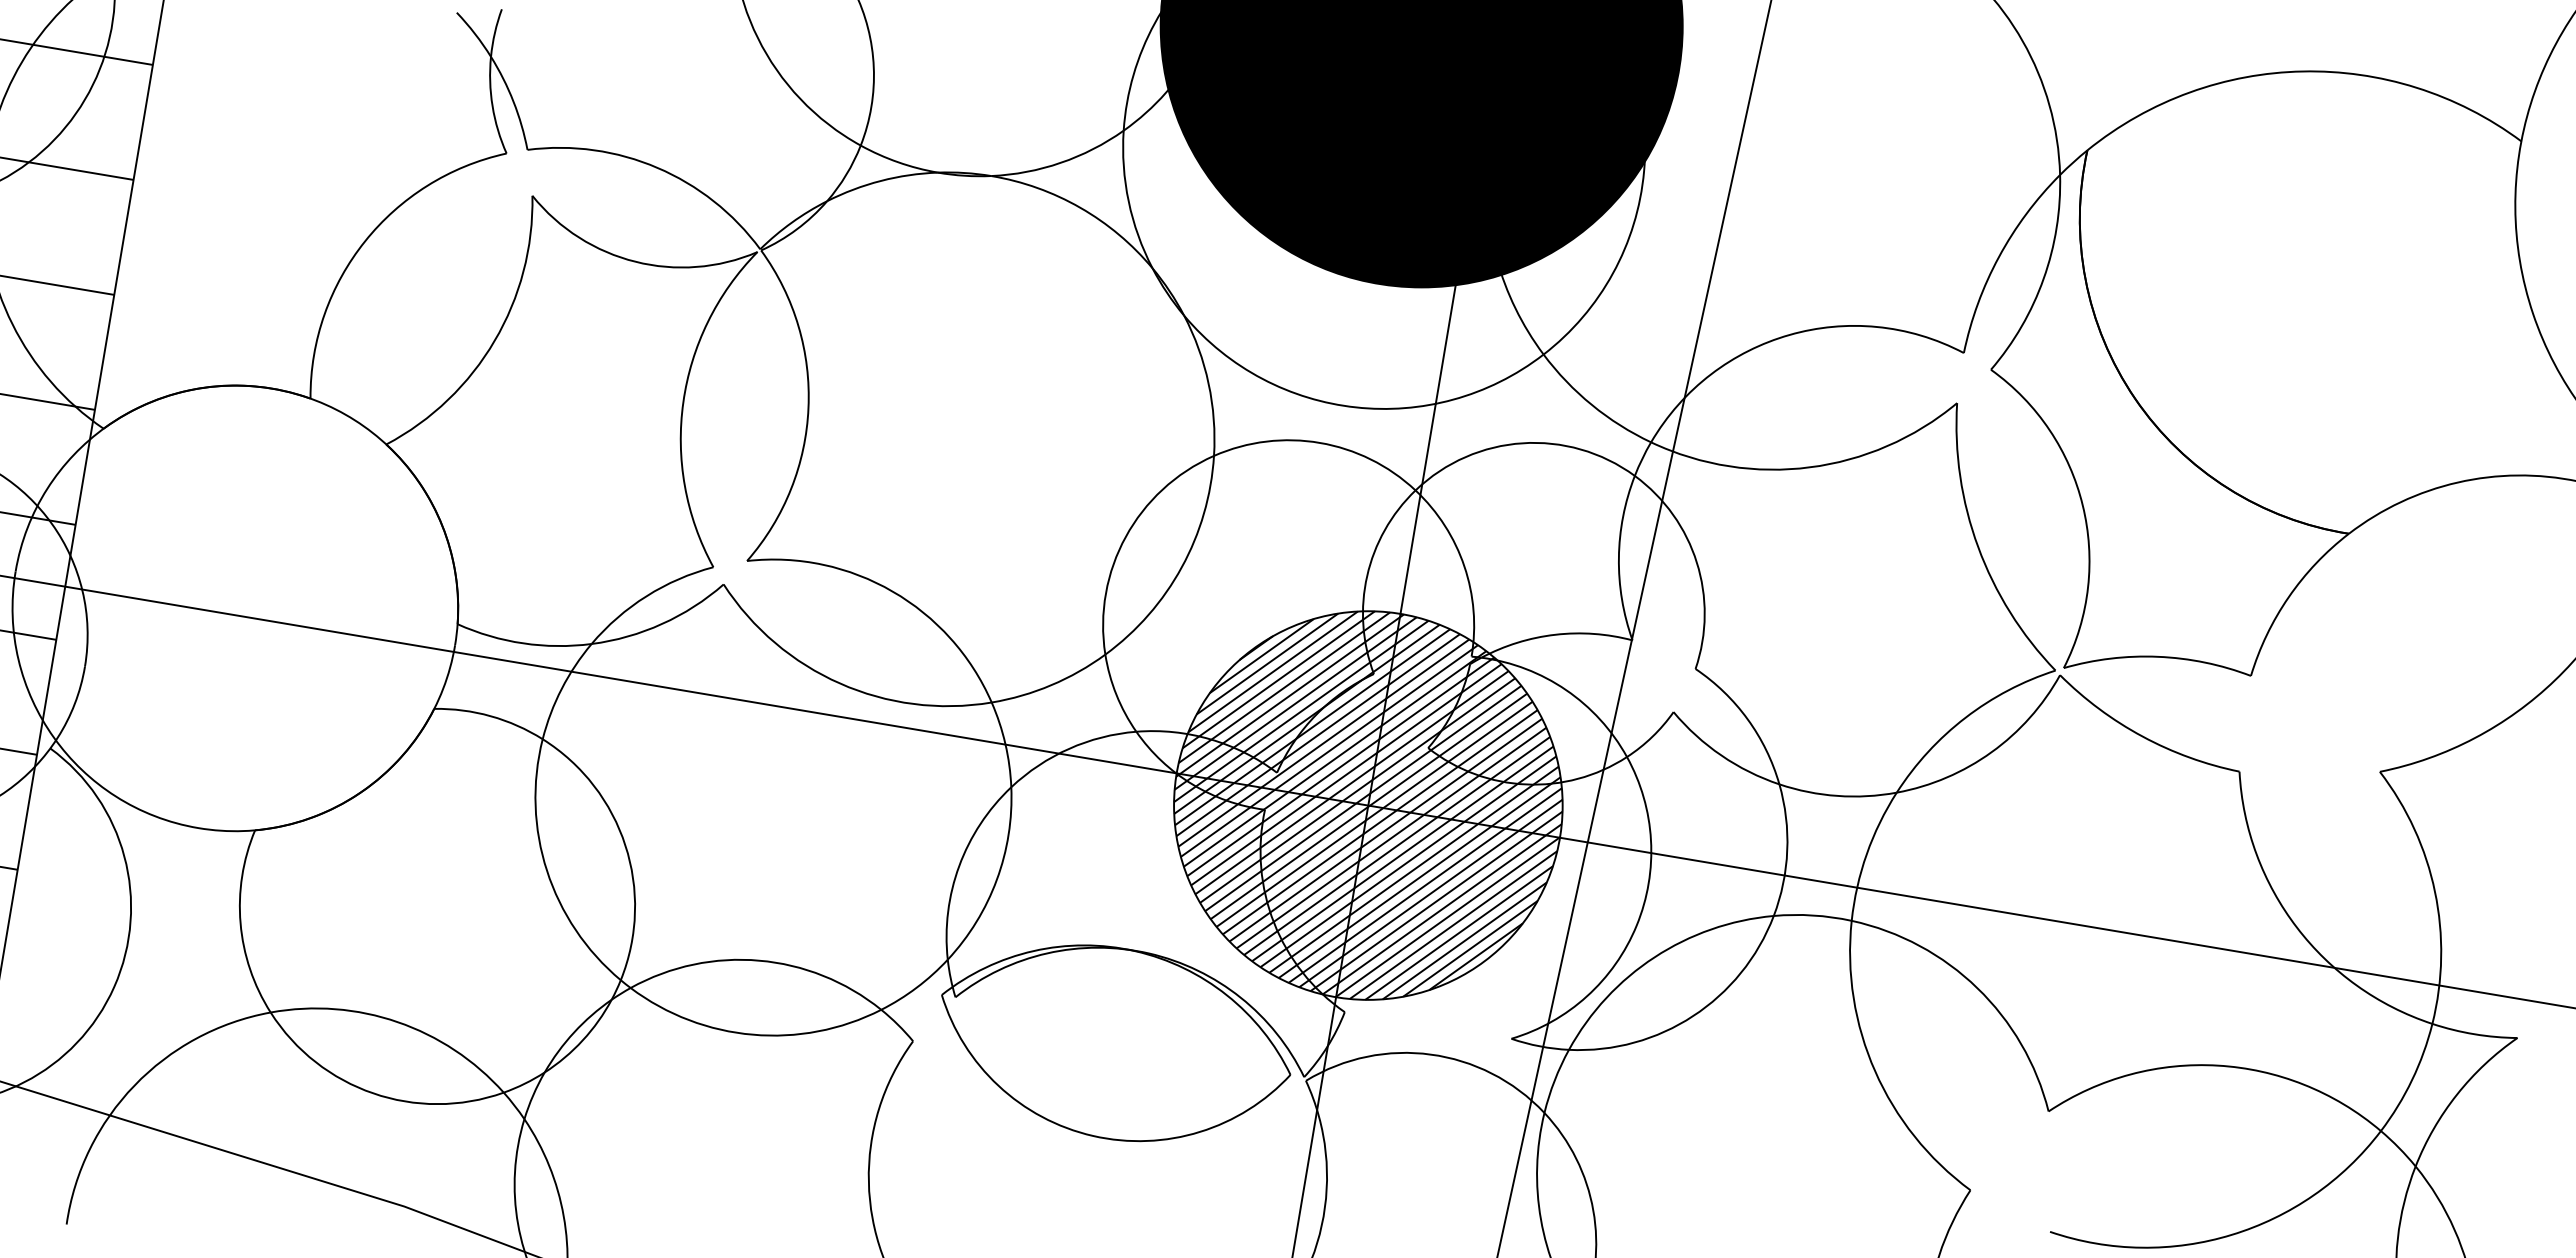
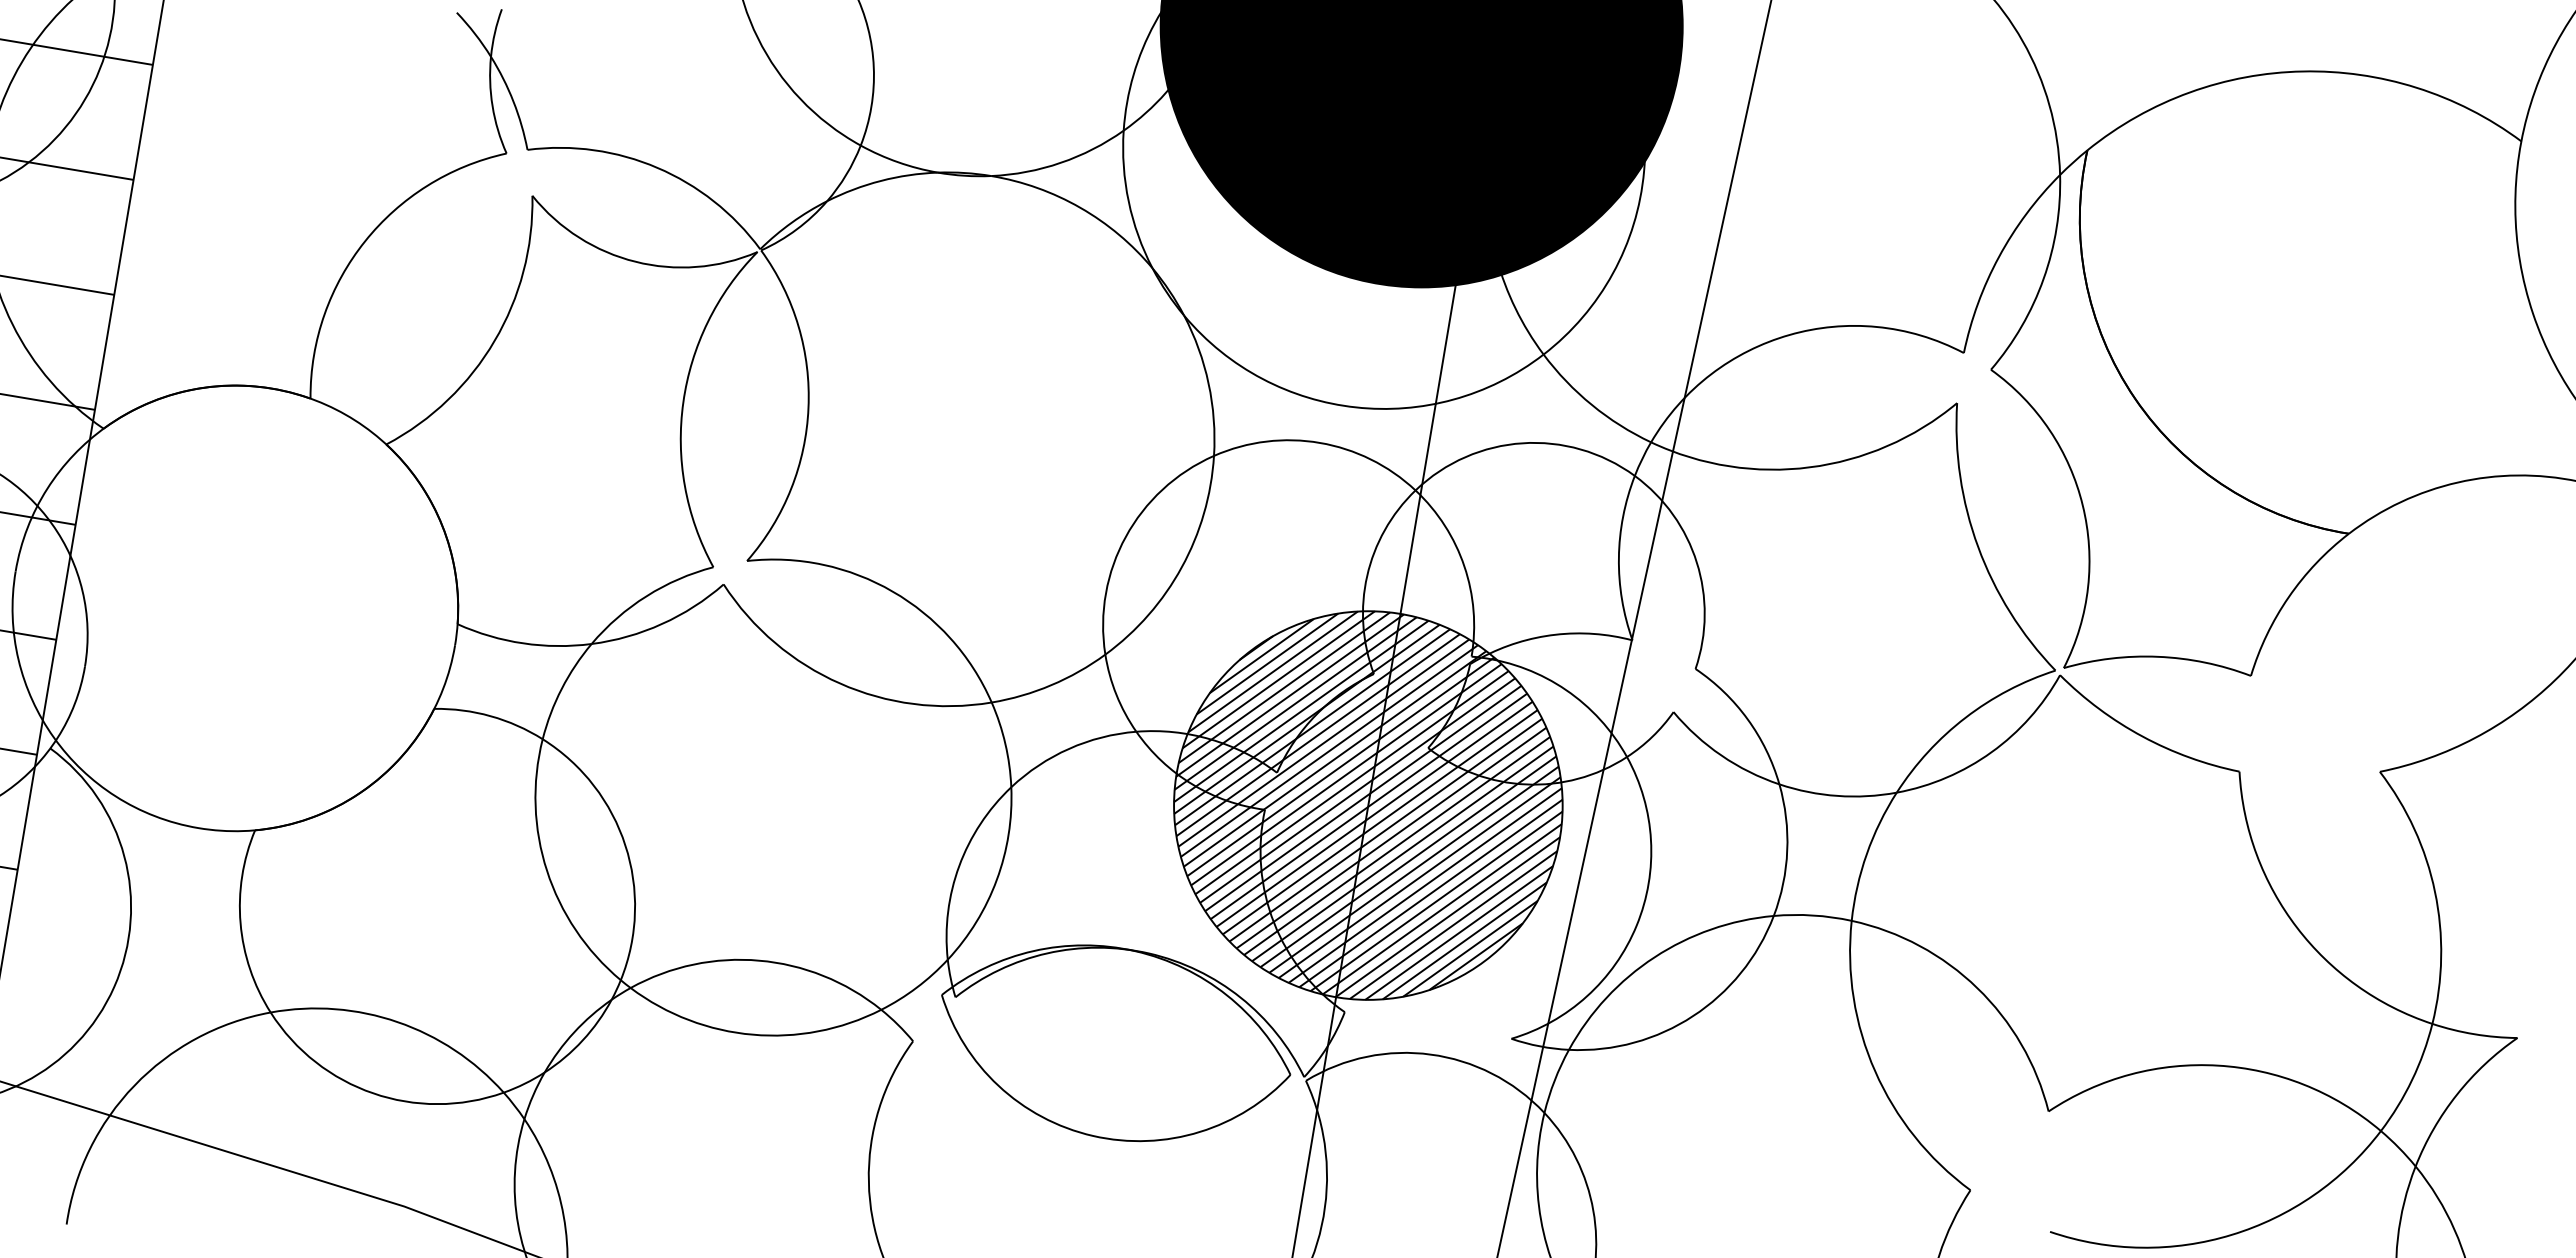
line at (1287, 791): present -> none
